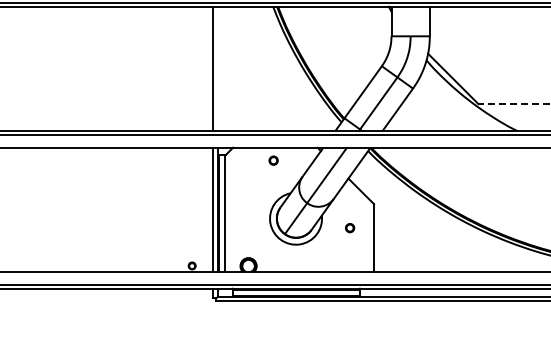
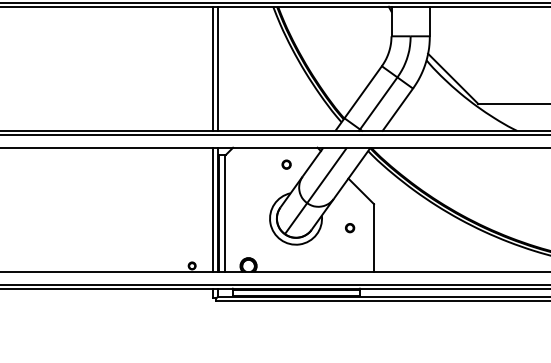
line at (217, 68): none -> present
line at (514, 104): dashed -> solid
part at (273, 160) position: (273, 160) -> (286, 164)
